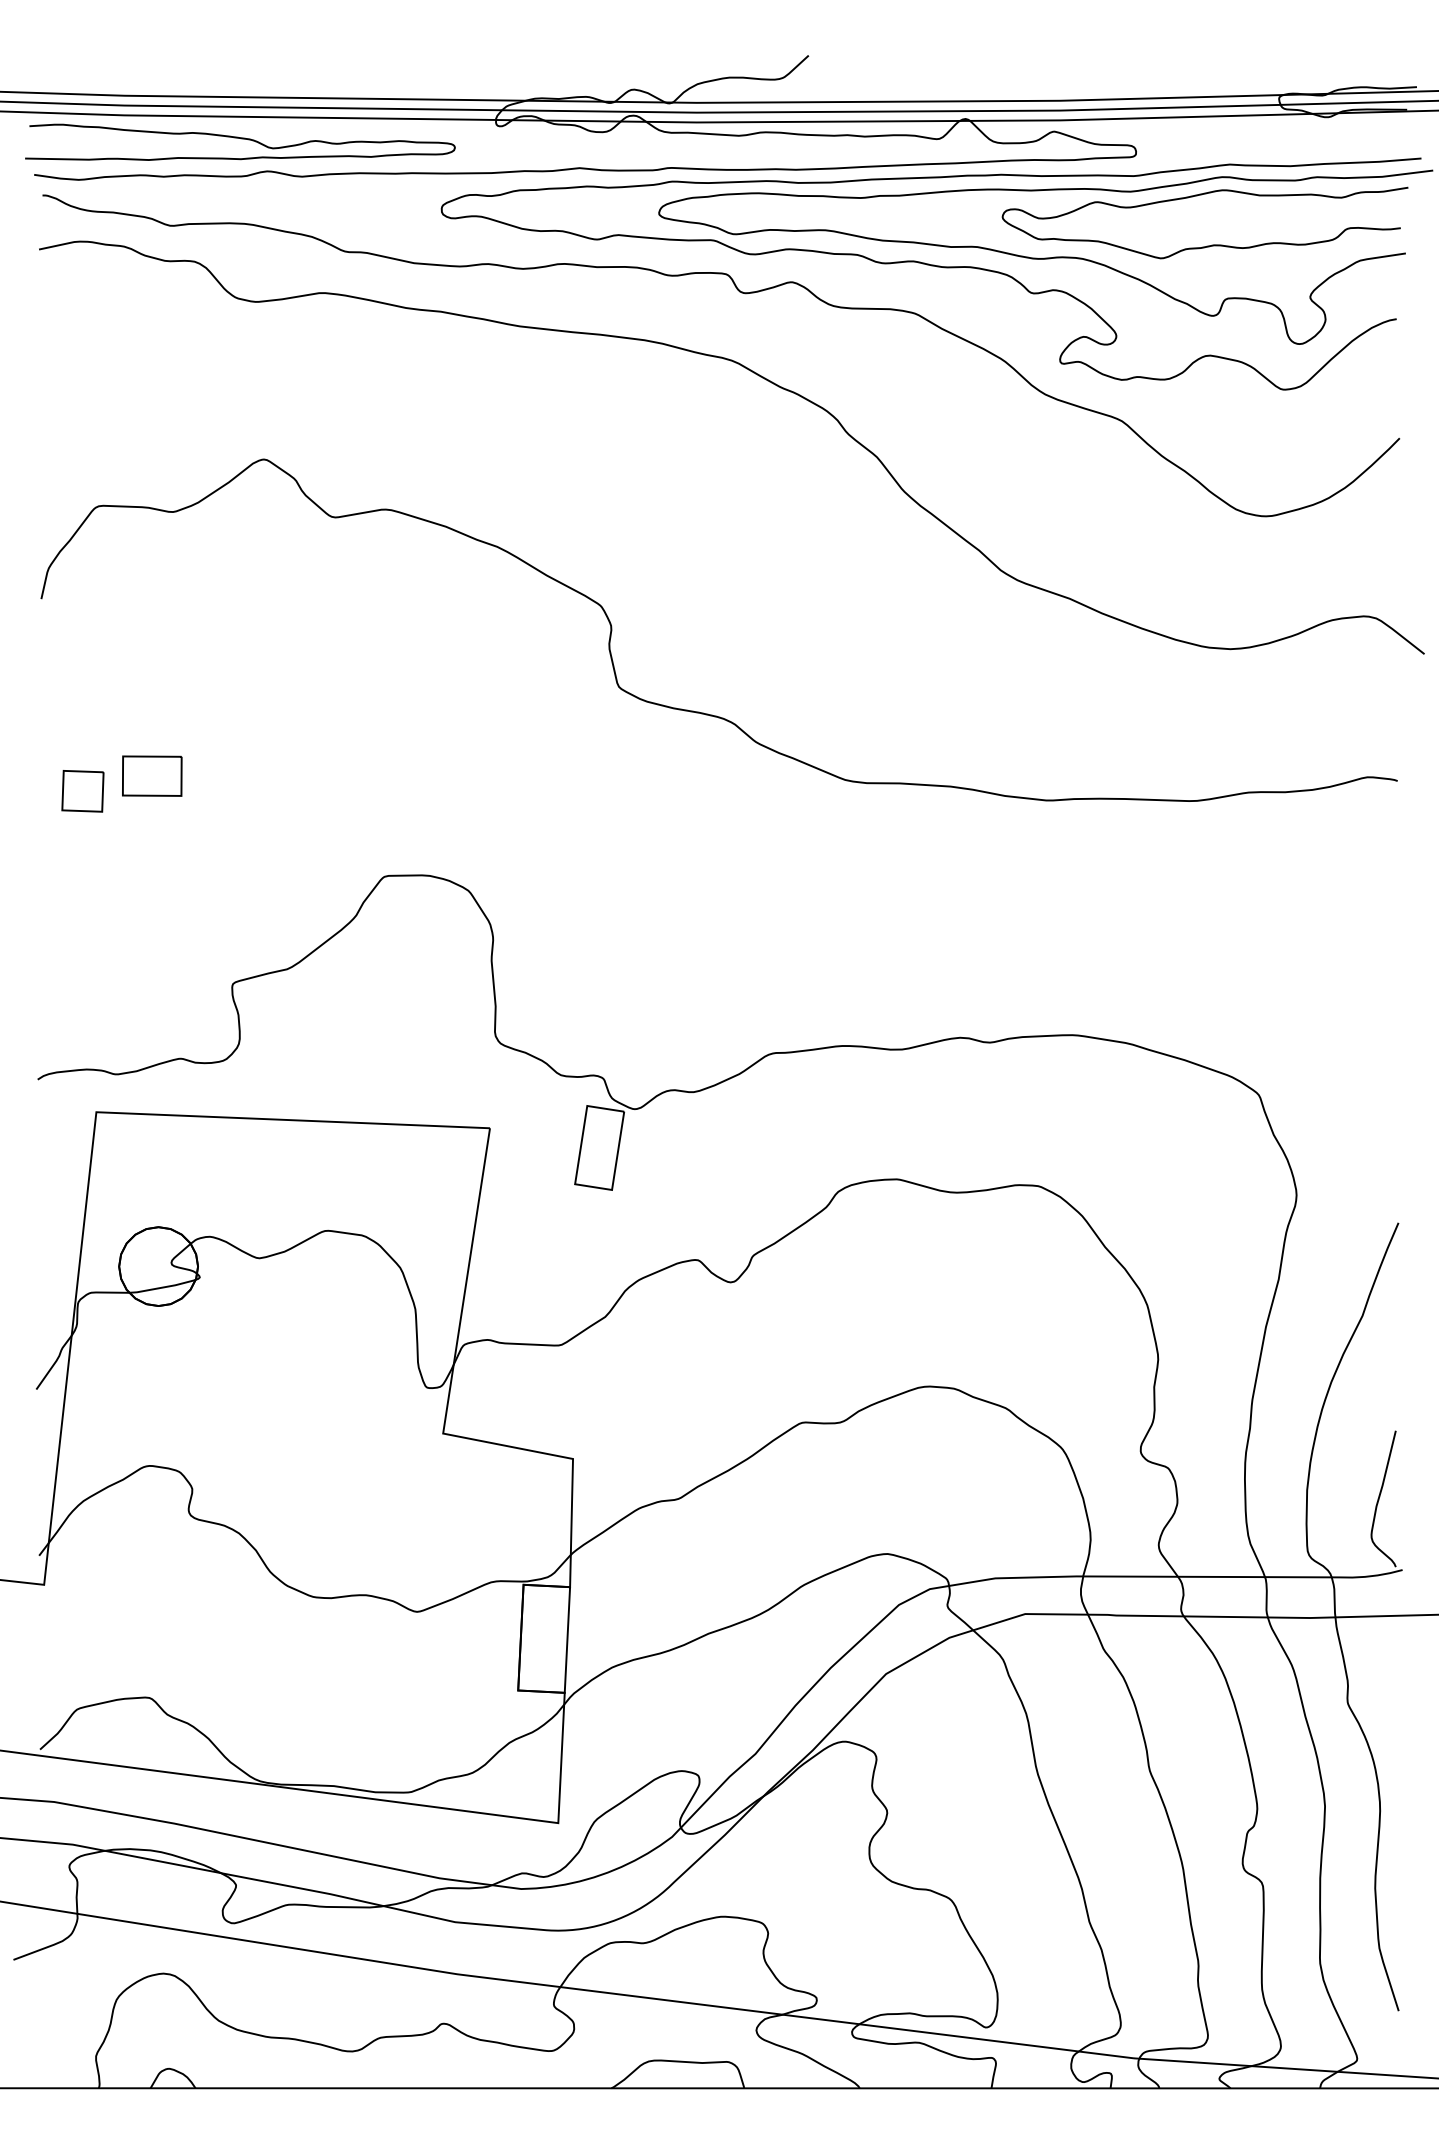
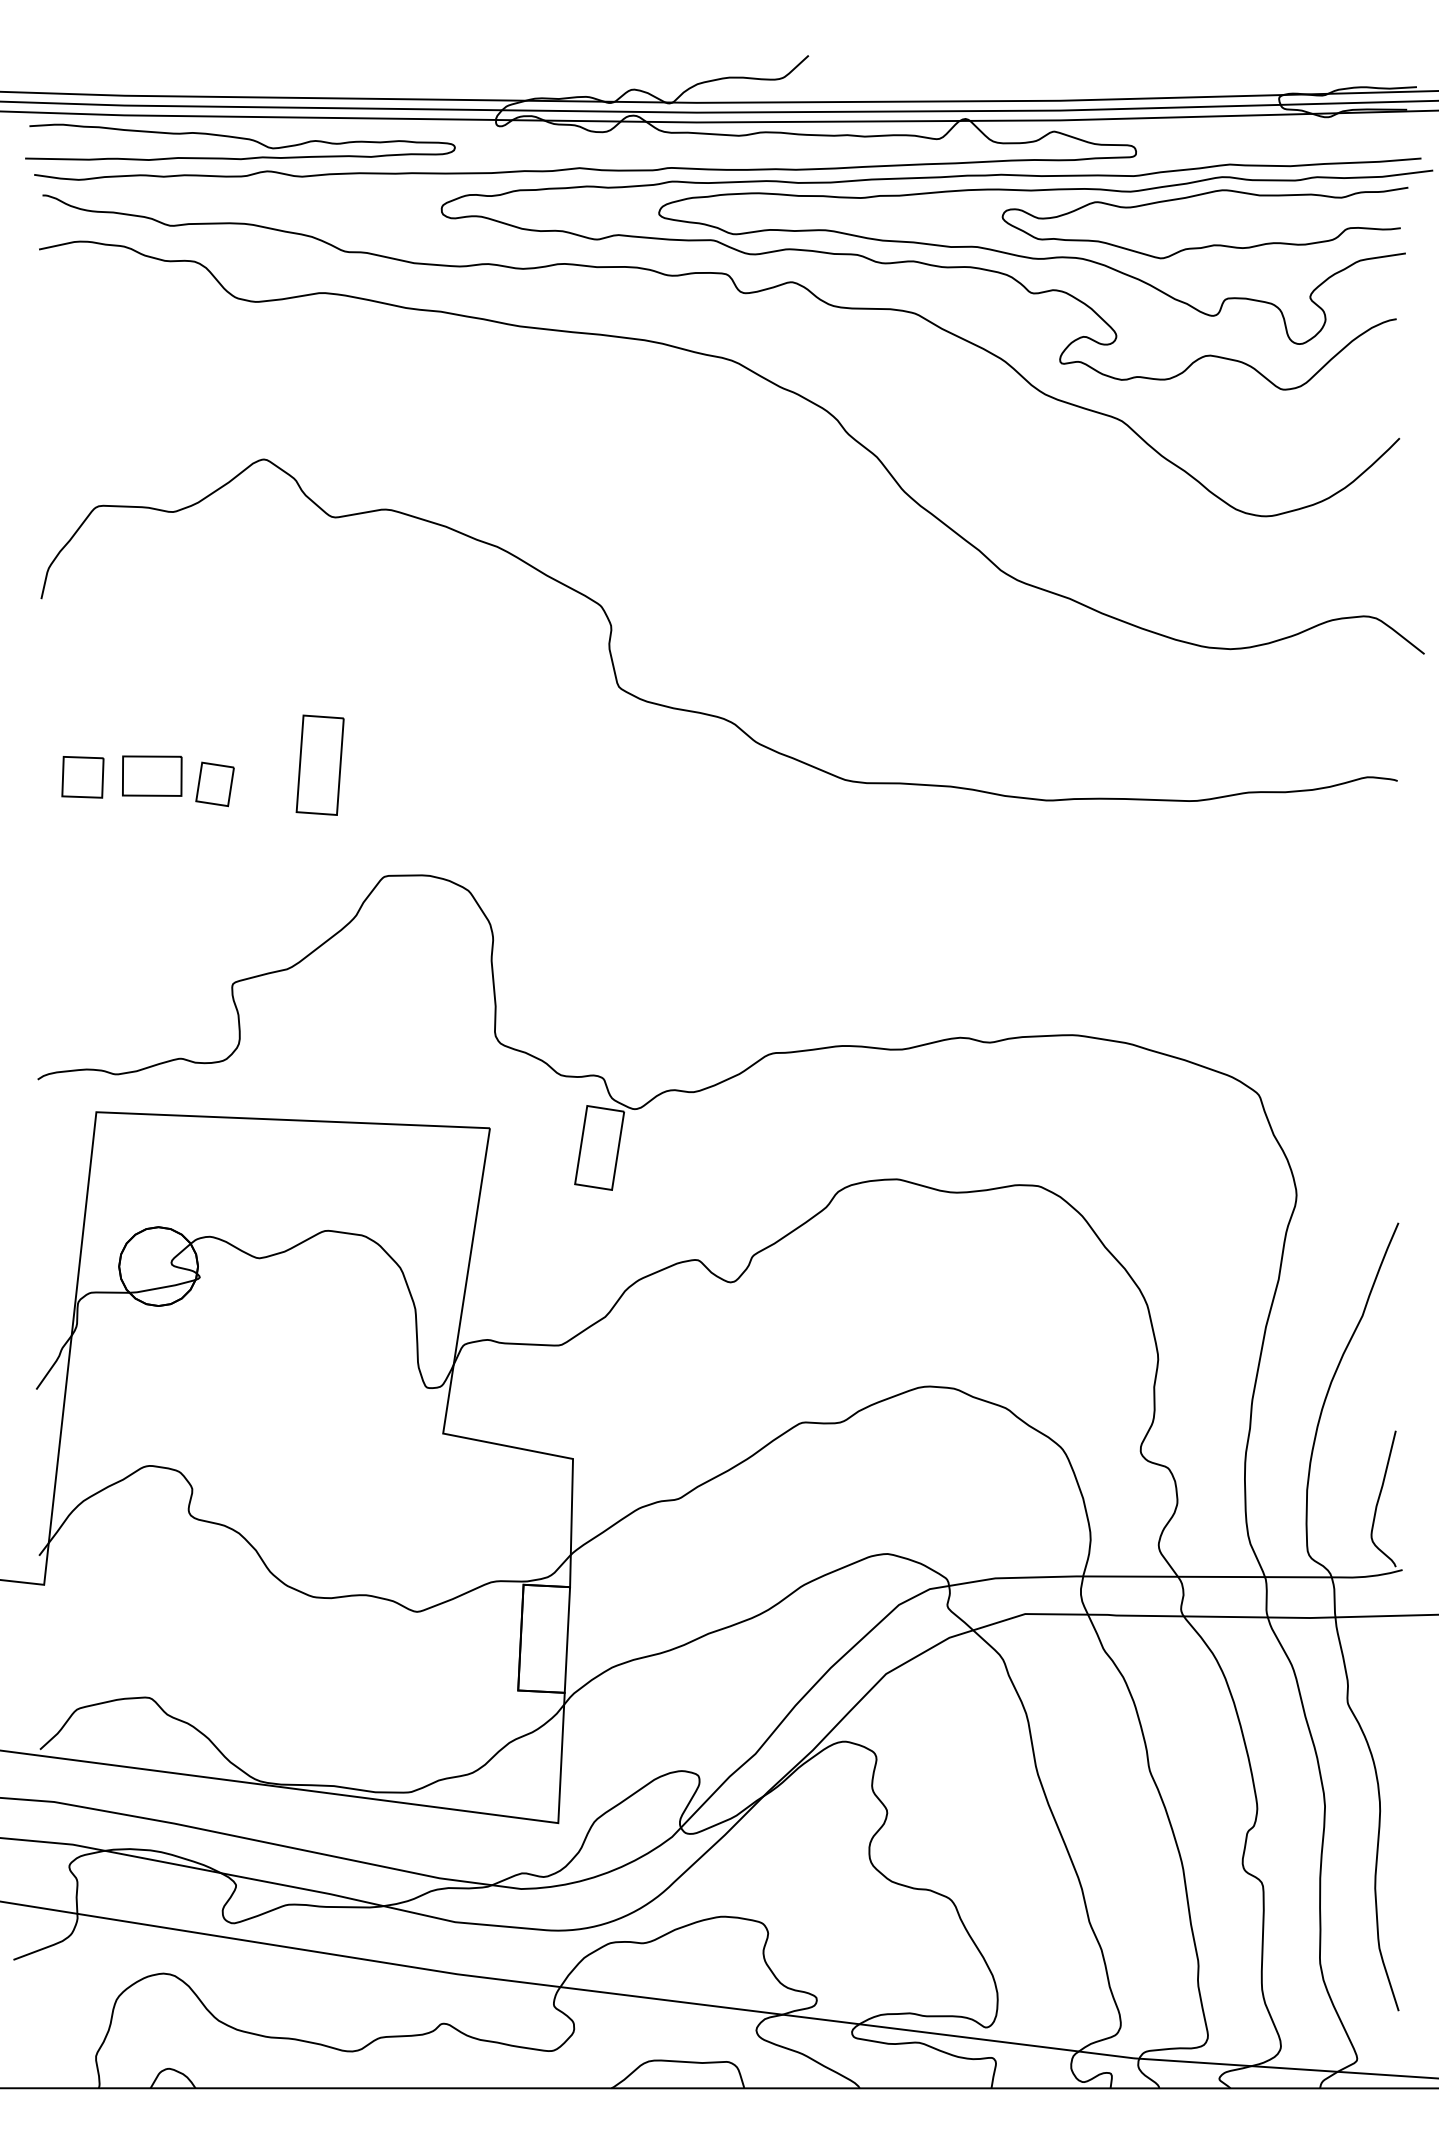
part at (319, 764): none -> present
part at (214, 784): none -> present
part at (82, 791) position: (82, 791) -> (82, 777)
